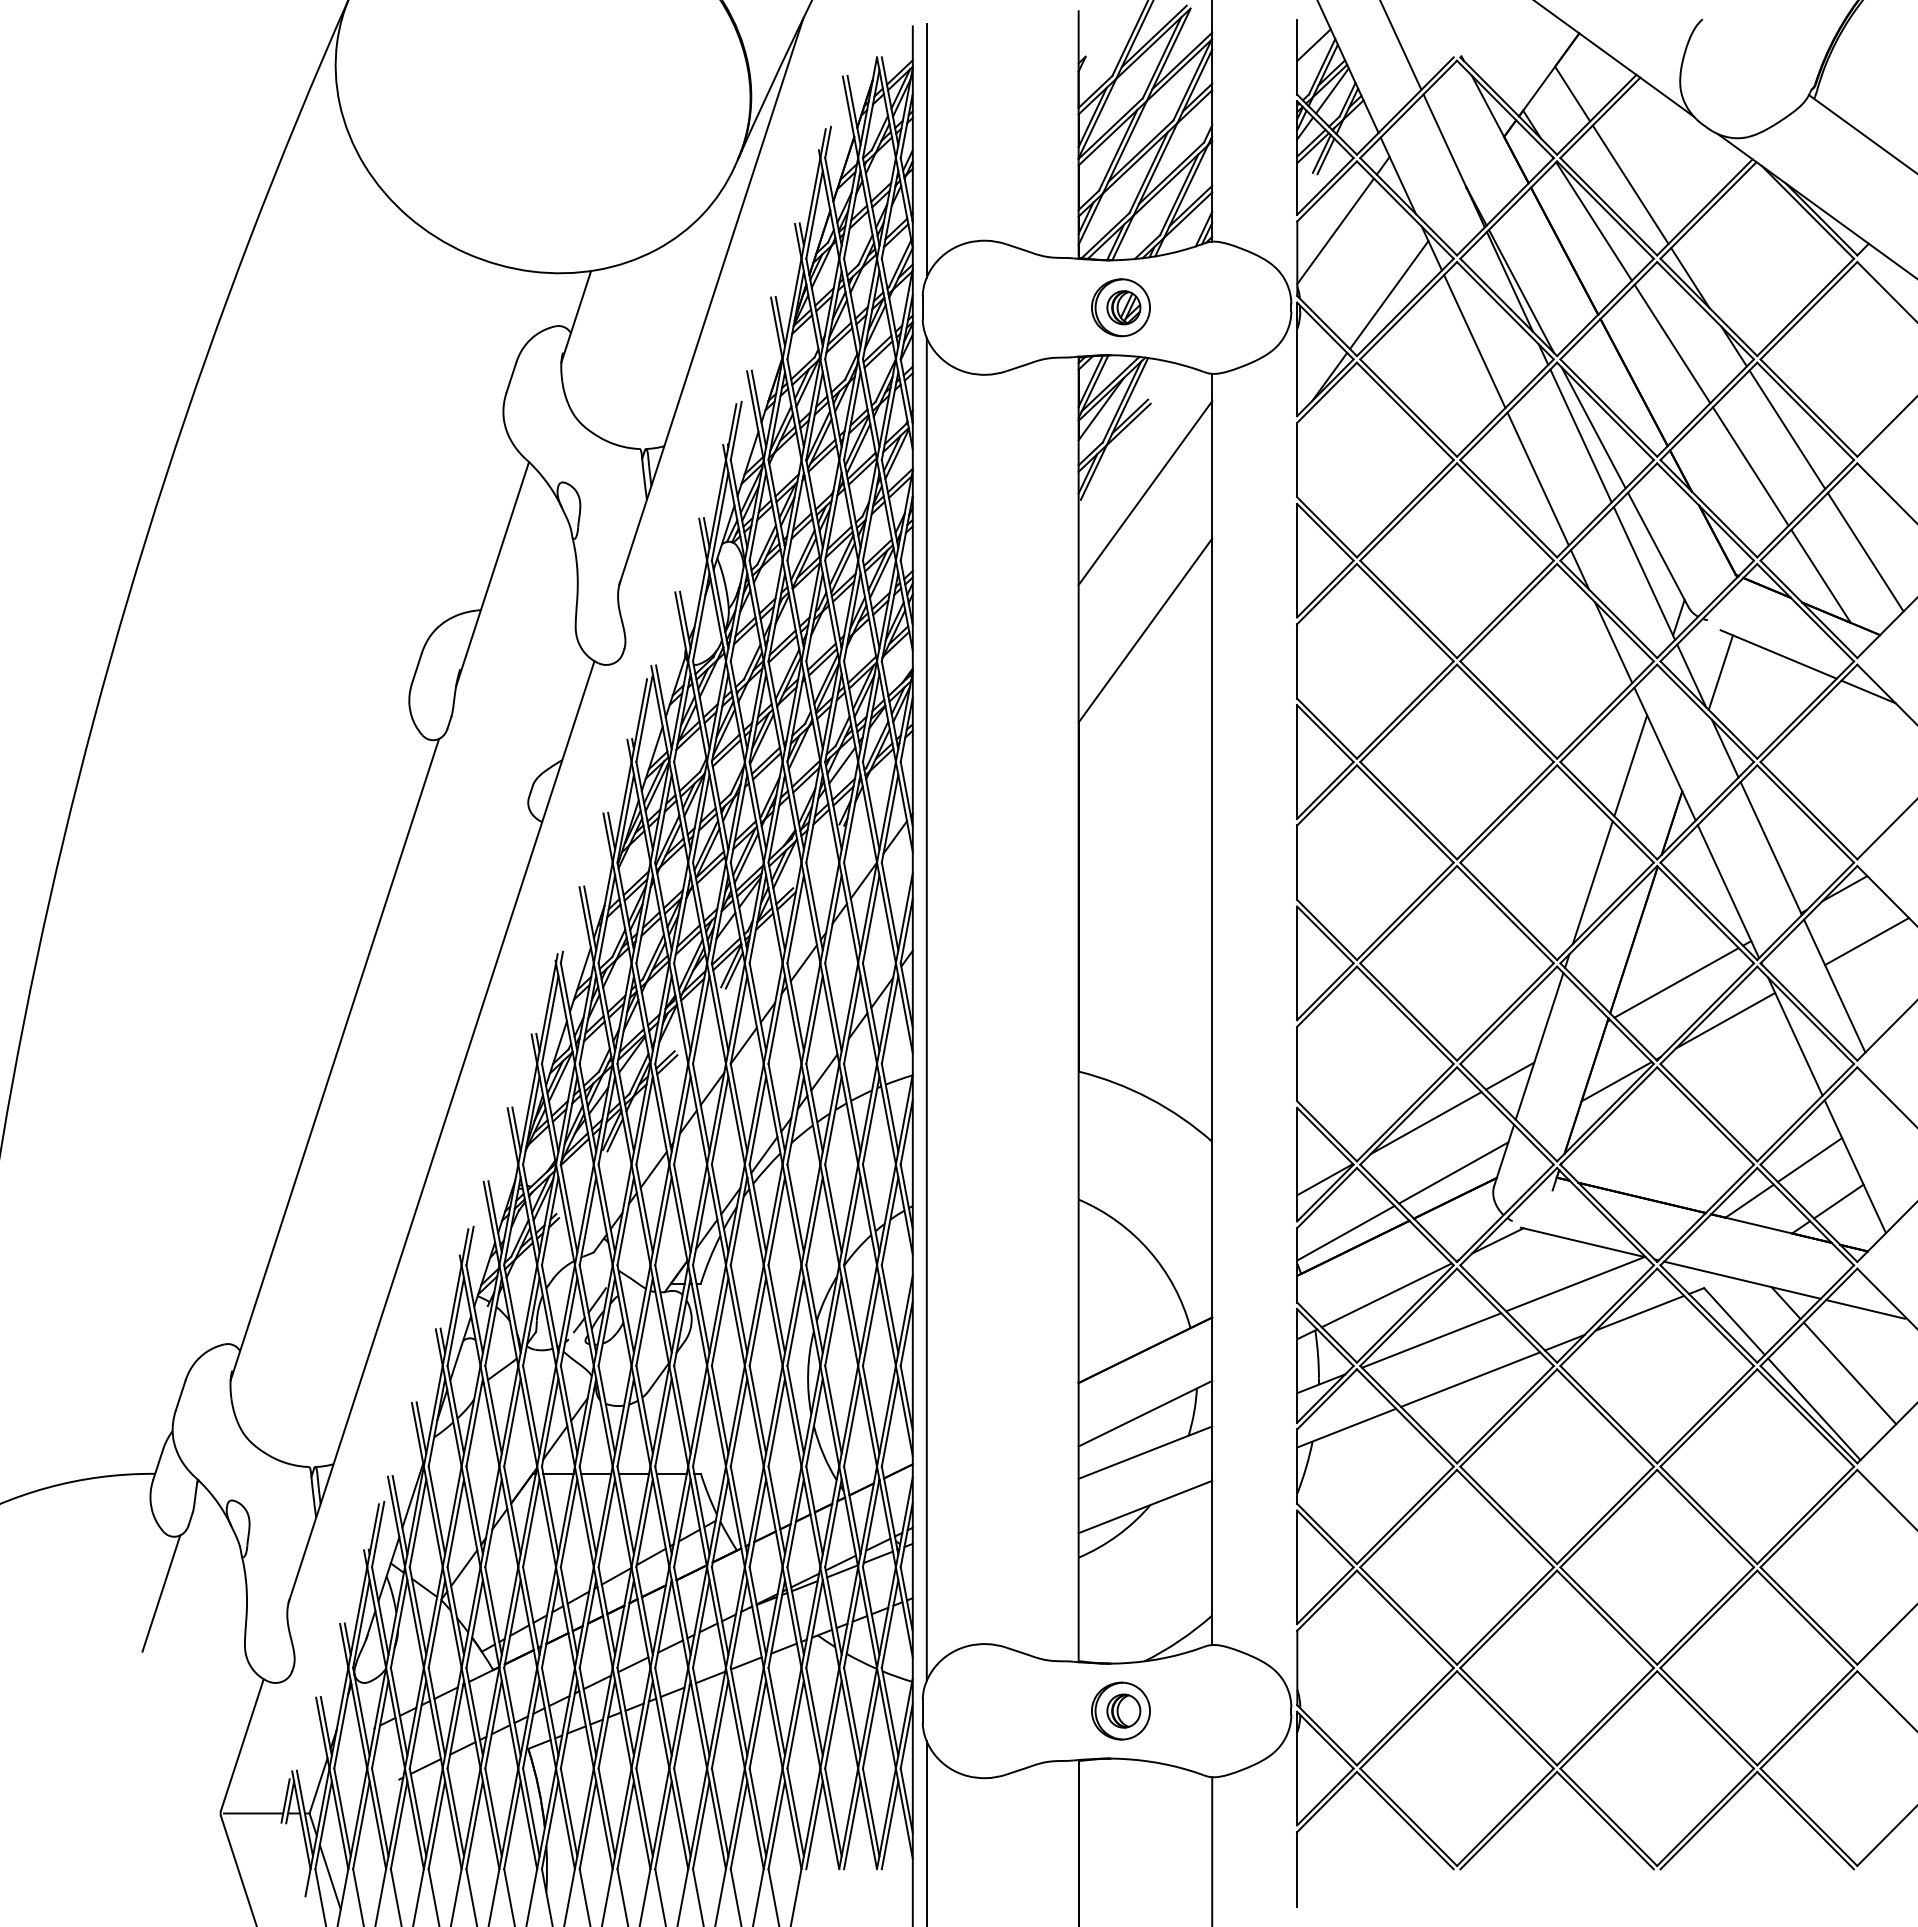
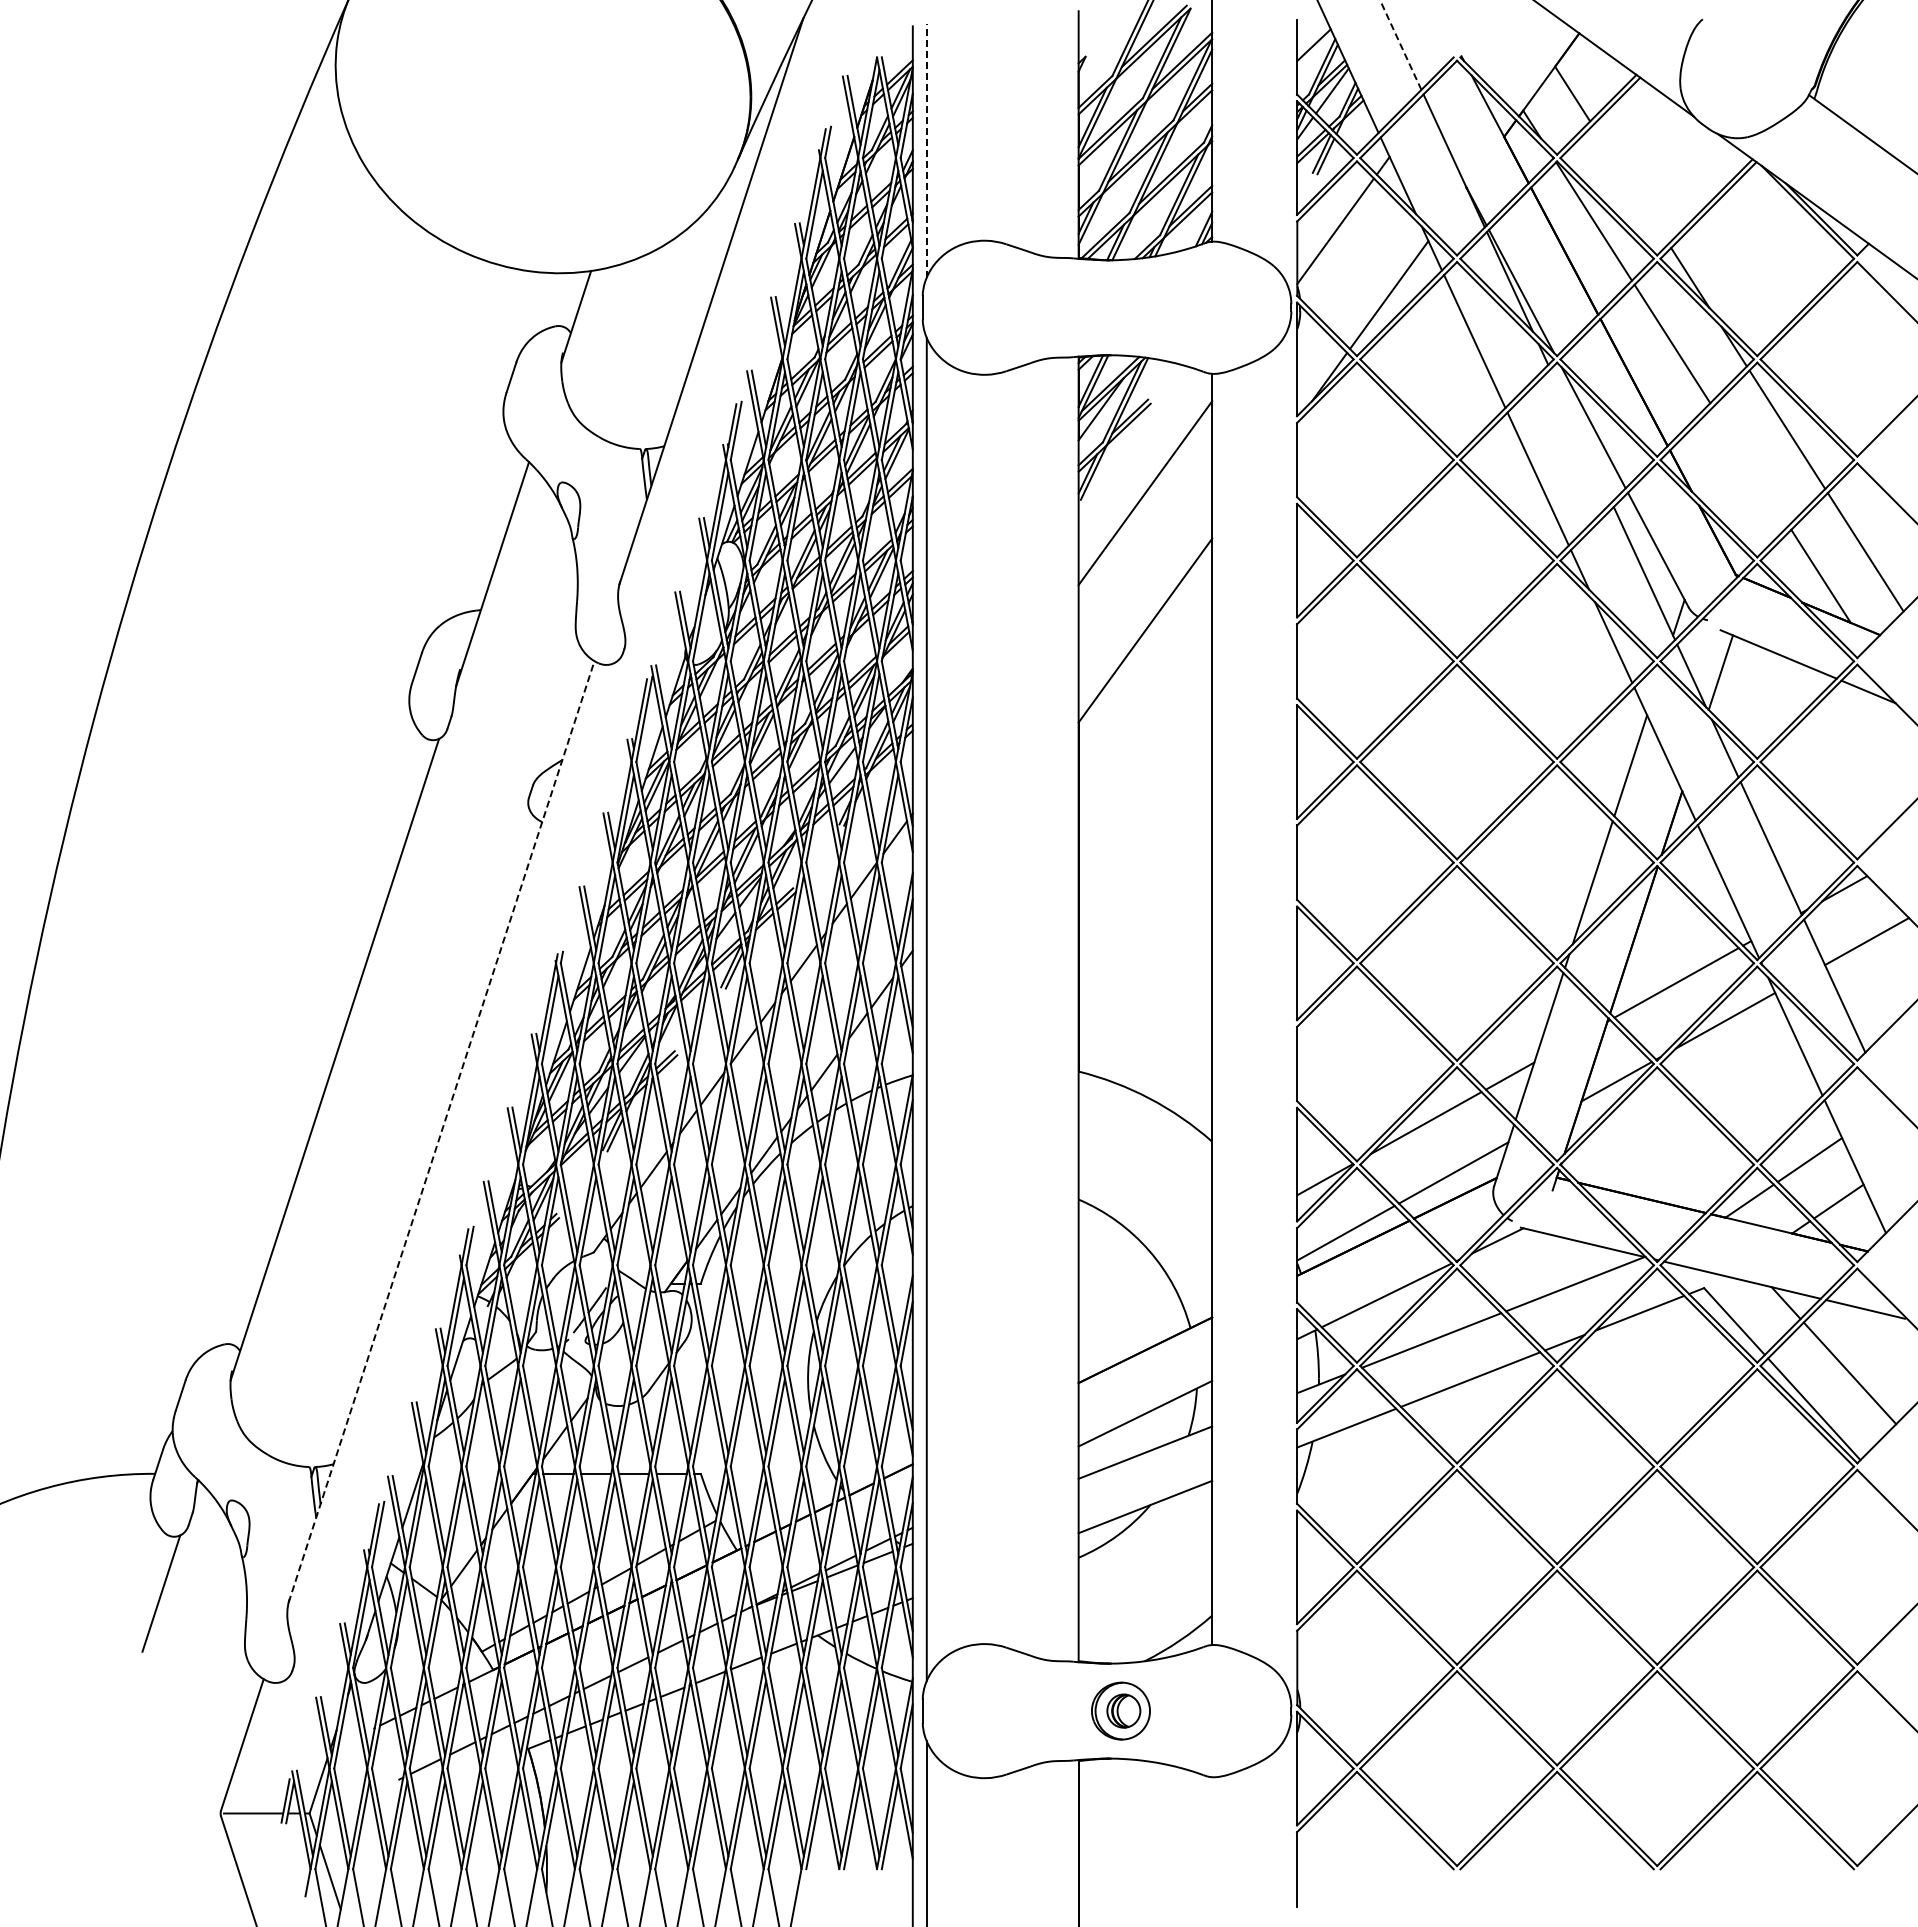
line at (1400, 44): solid -> dashed
line at (926, 150): solid -> dashed
line at (1630, 184): present -> none
part at (1120, 307): present -> none
line at (1580, 435): present -> none
line at (1750, 466): present -> none
line at (441, 1131): solid -> dashed
line at (1212, 1850): present -> none
